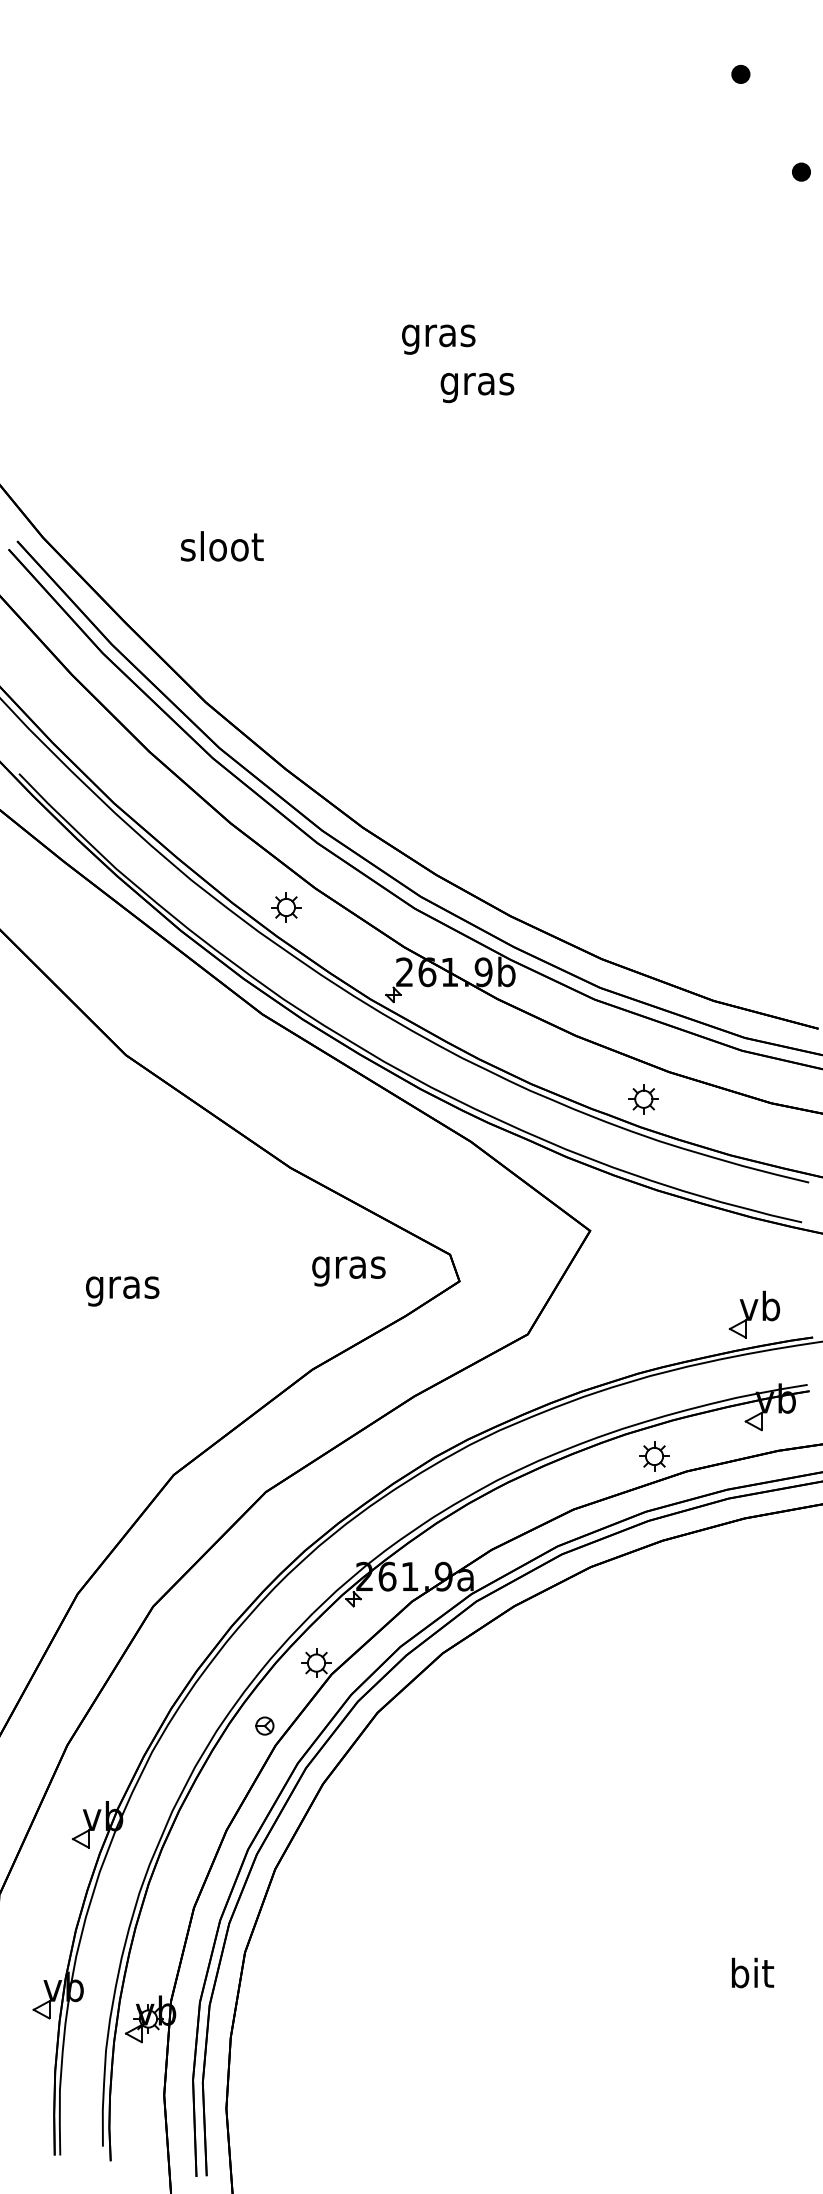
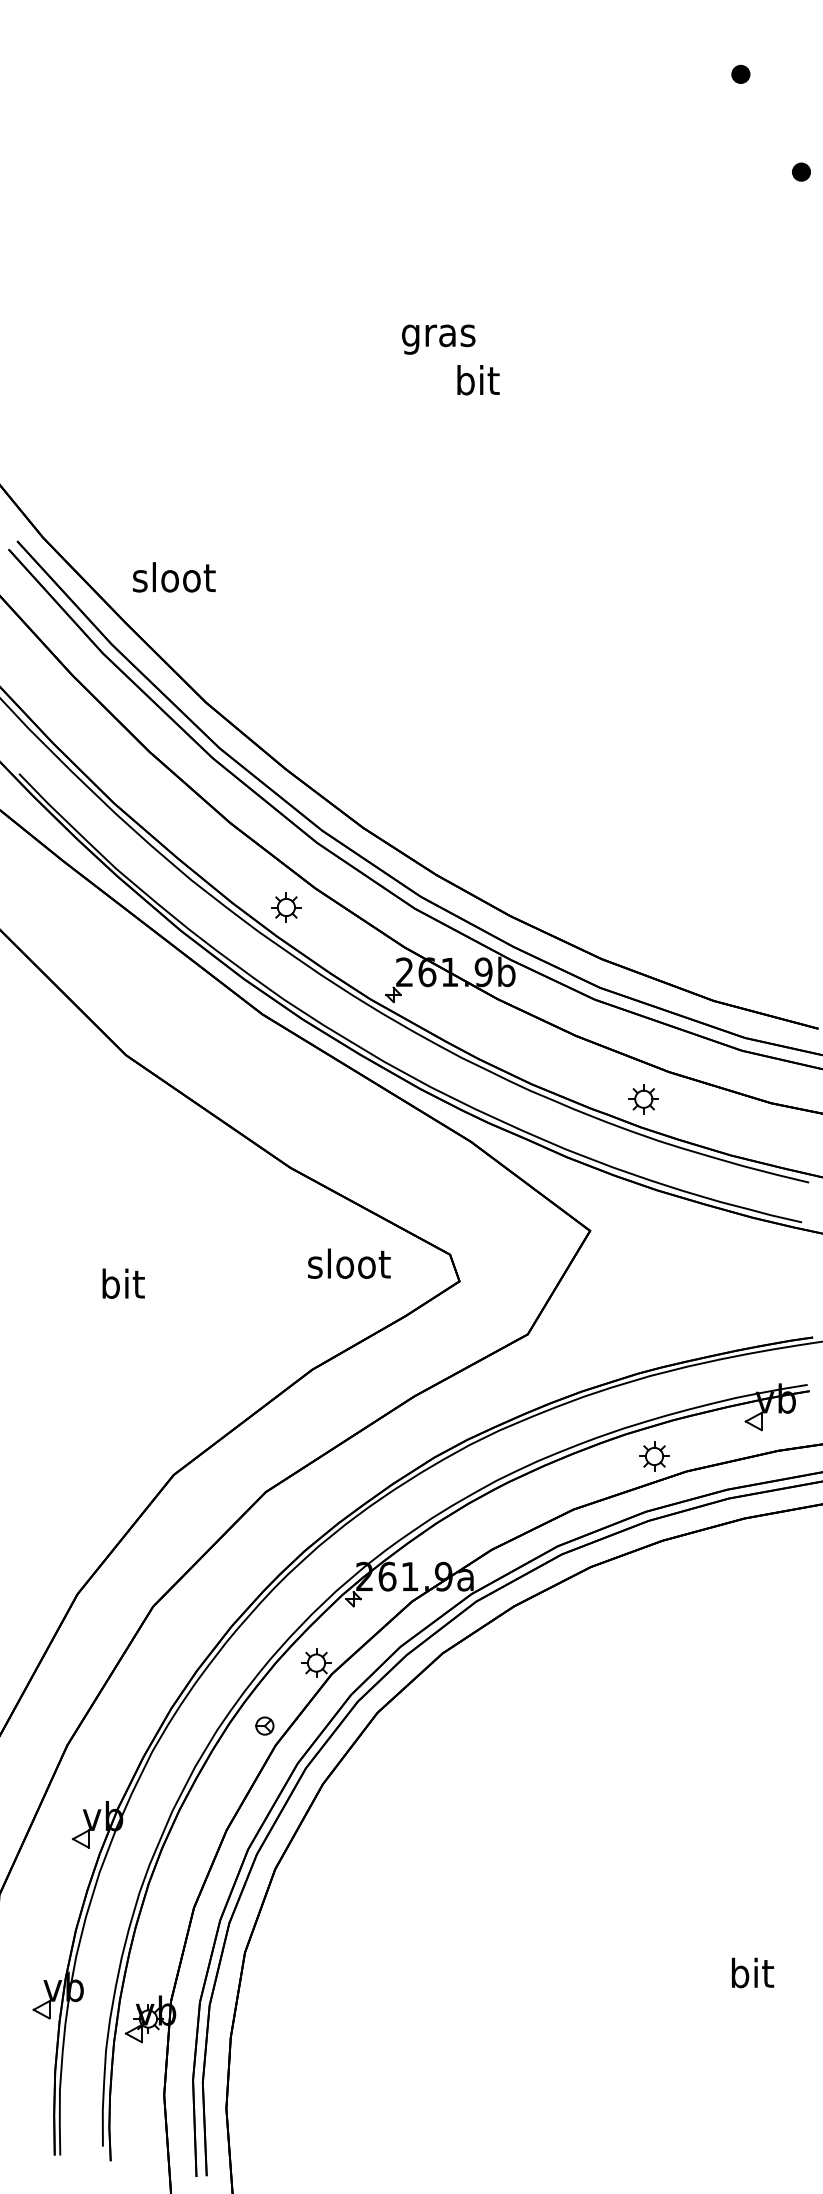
text at (477, 384): gras -> bit
text at (222, 546) position: (222, 546) -> (174, 577)
text at (349, 1267): gras -> sloot
text at (122, 1287): gras -> bit
part at (754, 1314): present -> none
